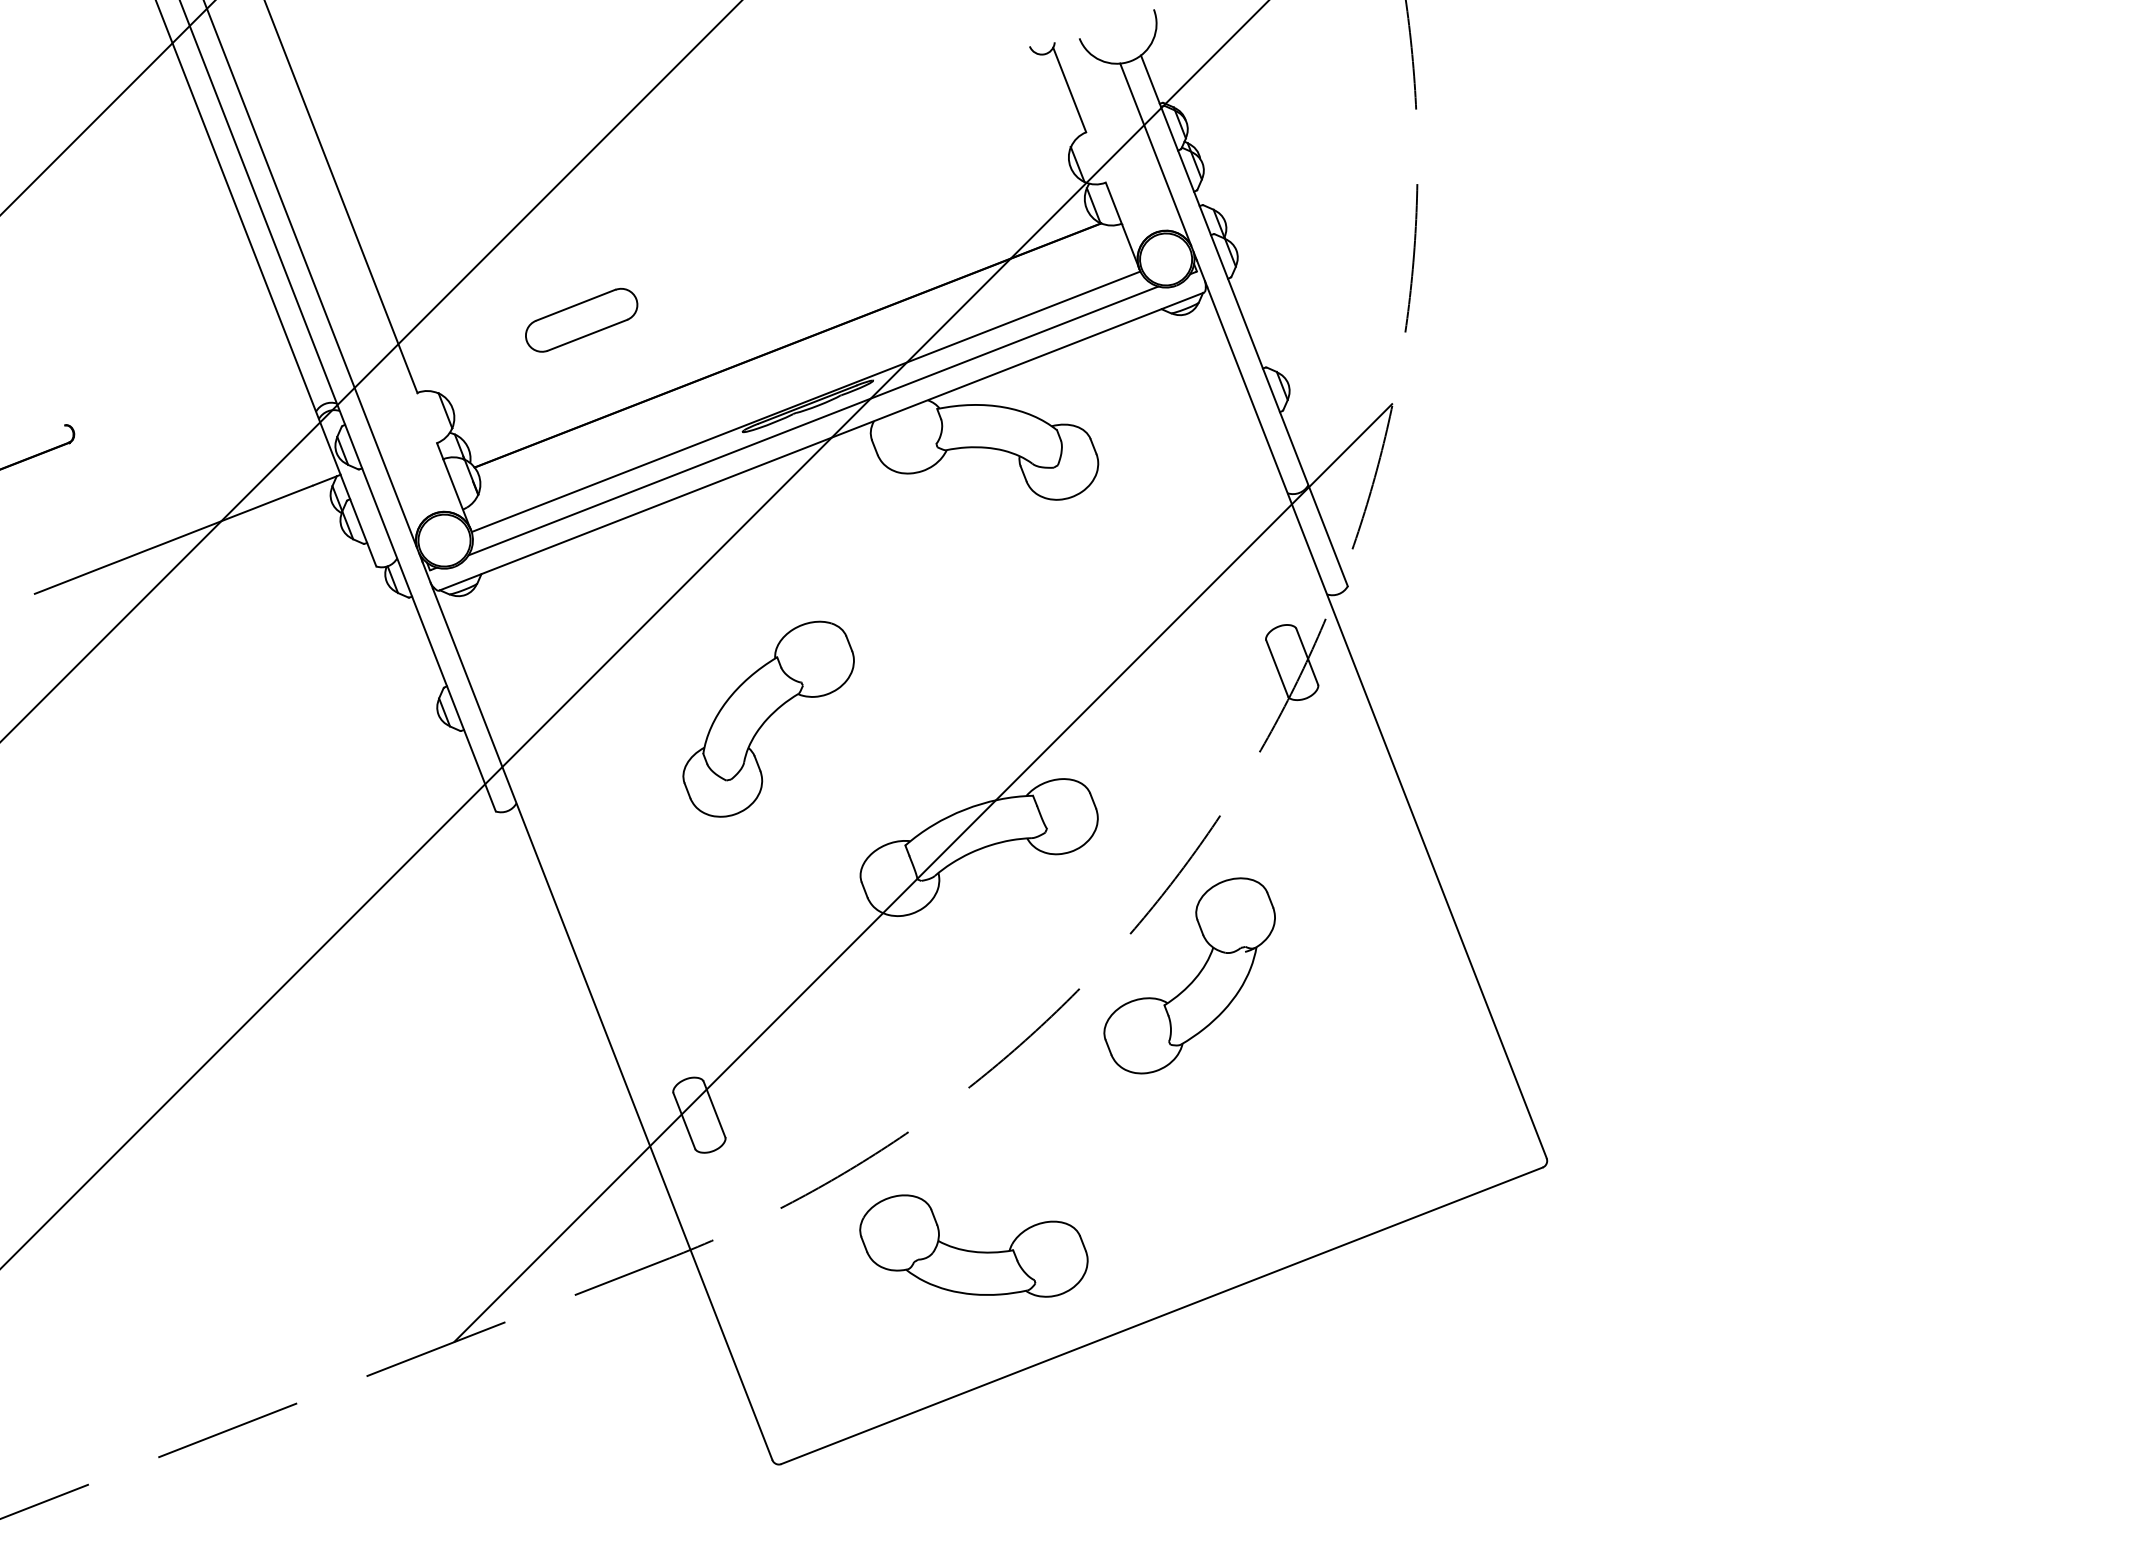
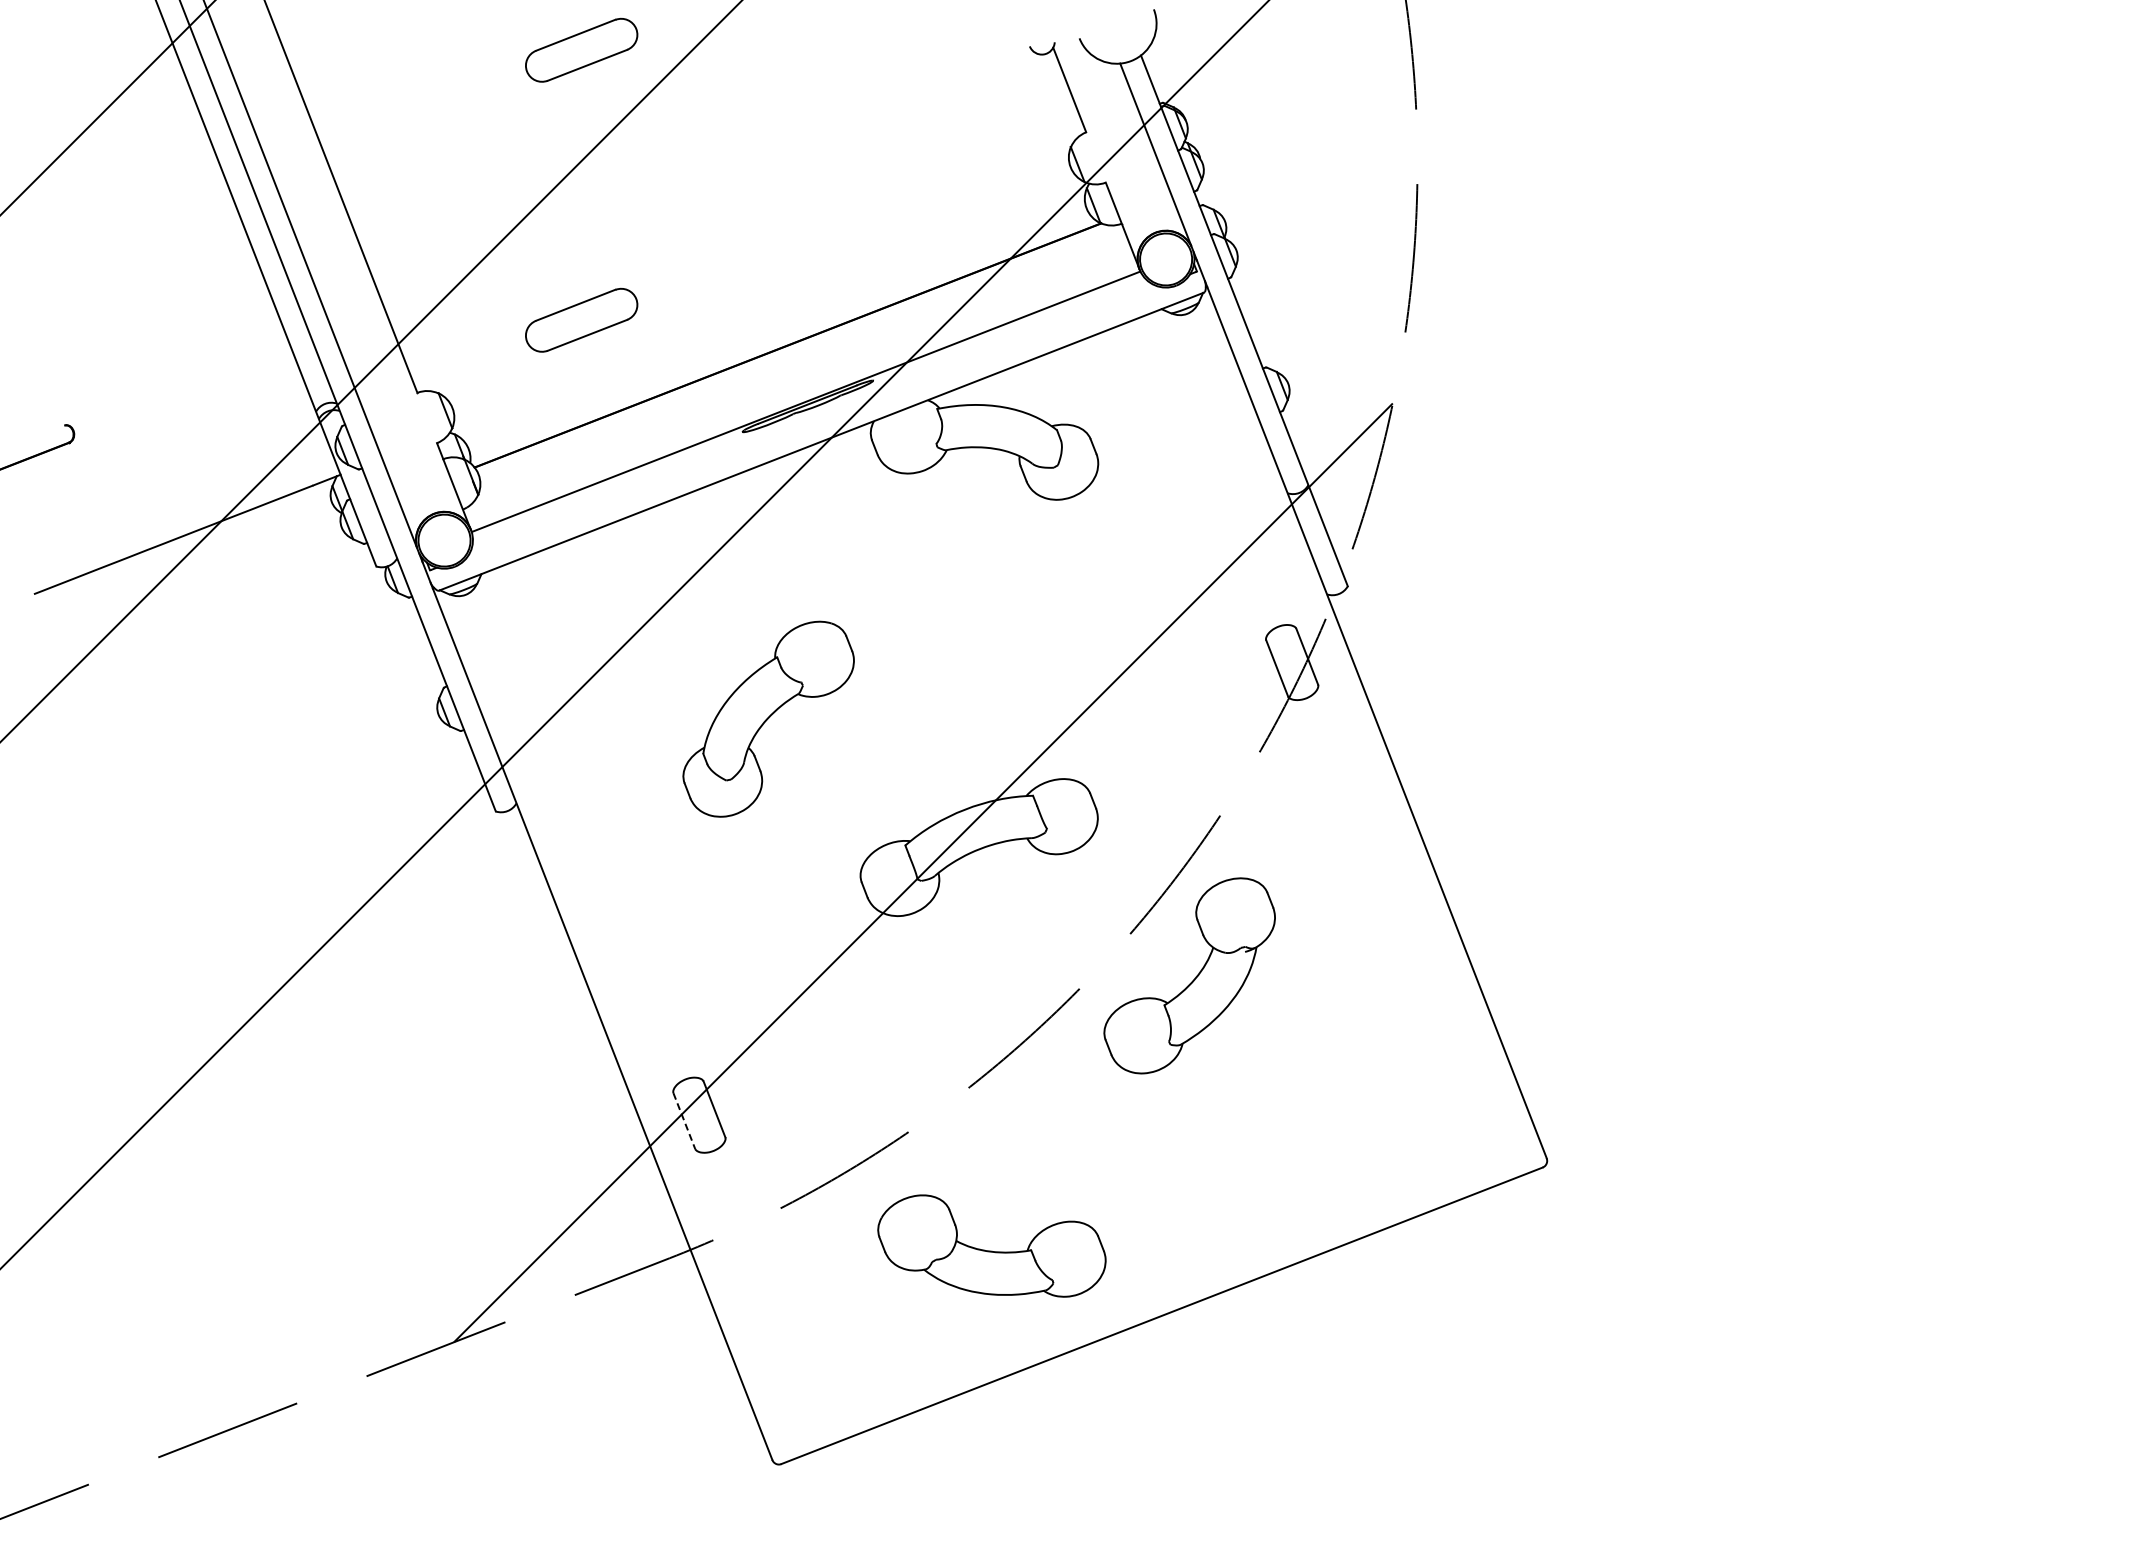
part at (581, 49): none -> present
line at (813, 420): present -> none
line at (684, 1121): solid -> dashed
part at (973, 1245) position: (973, 1245) -> (991, 1245)
